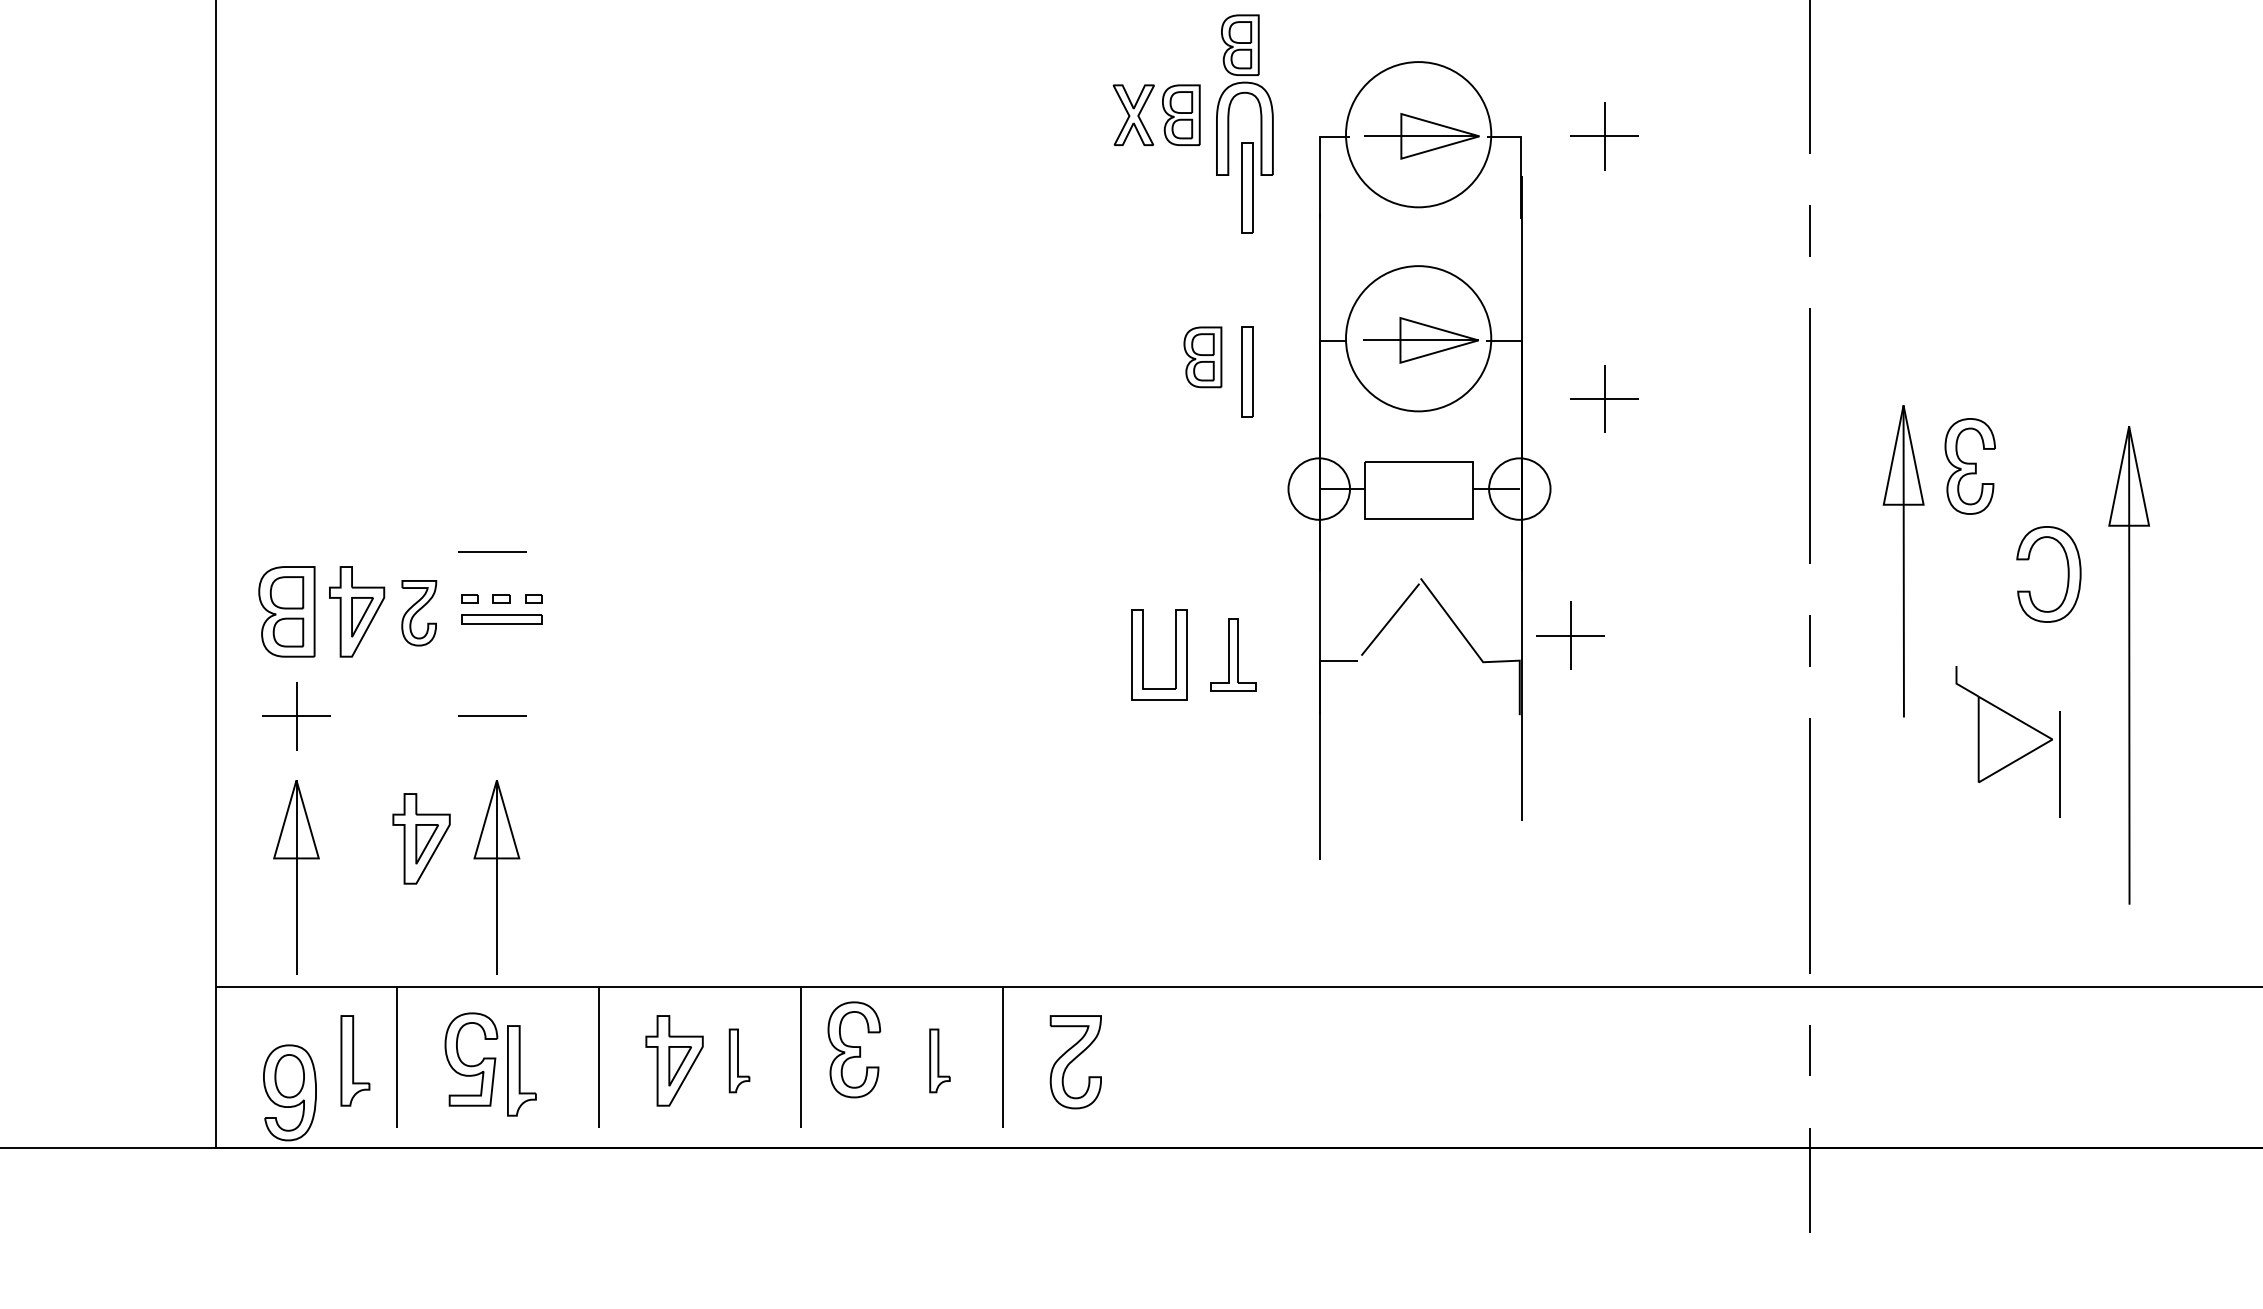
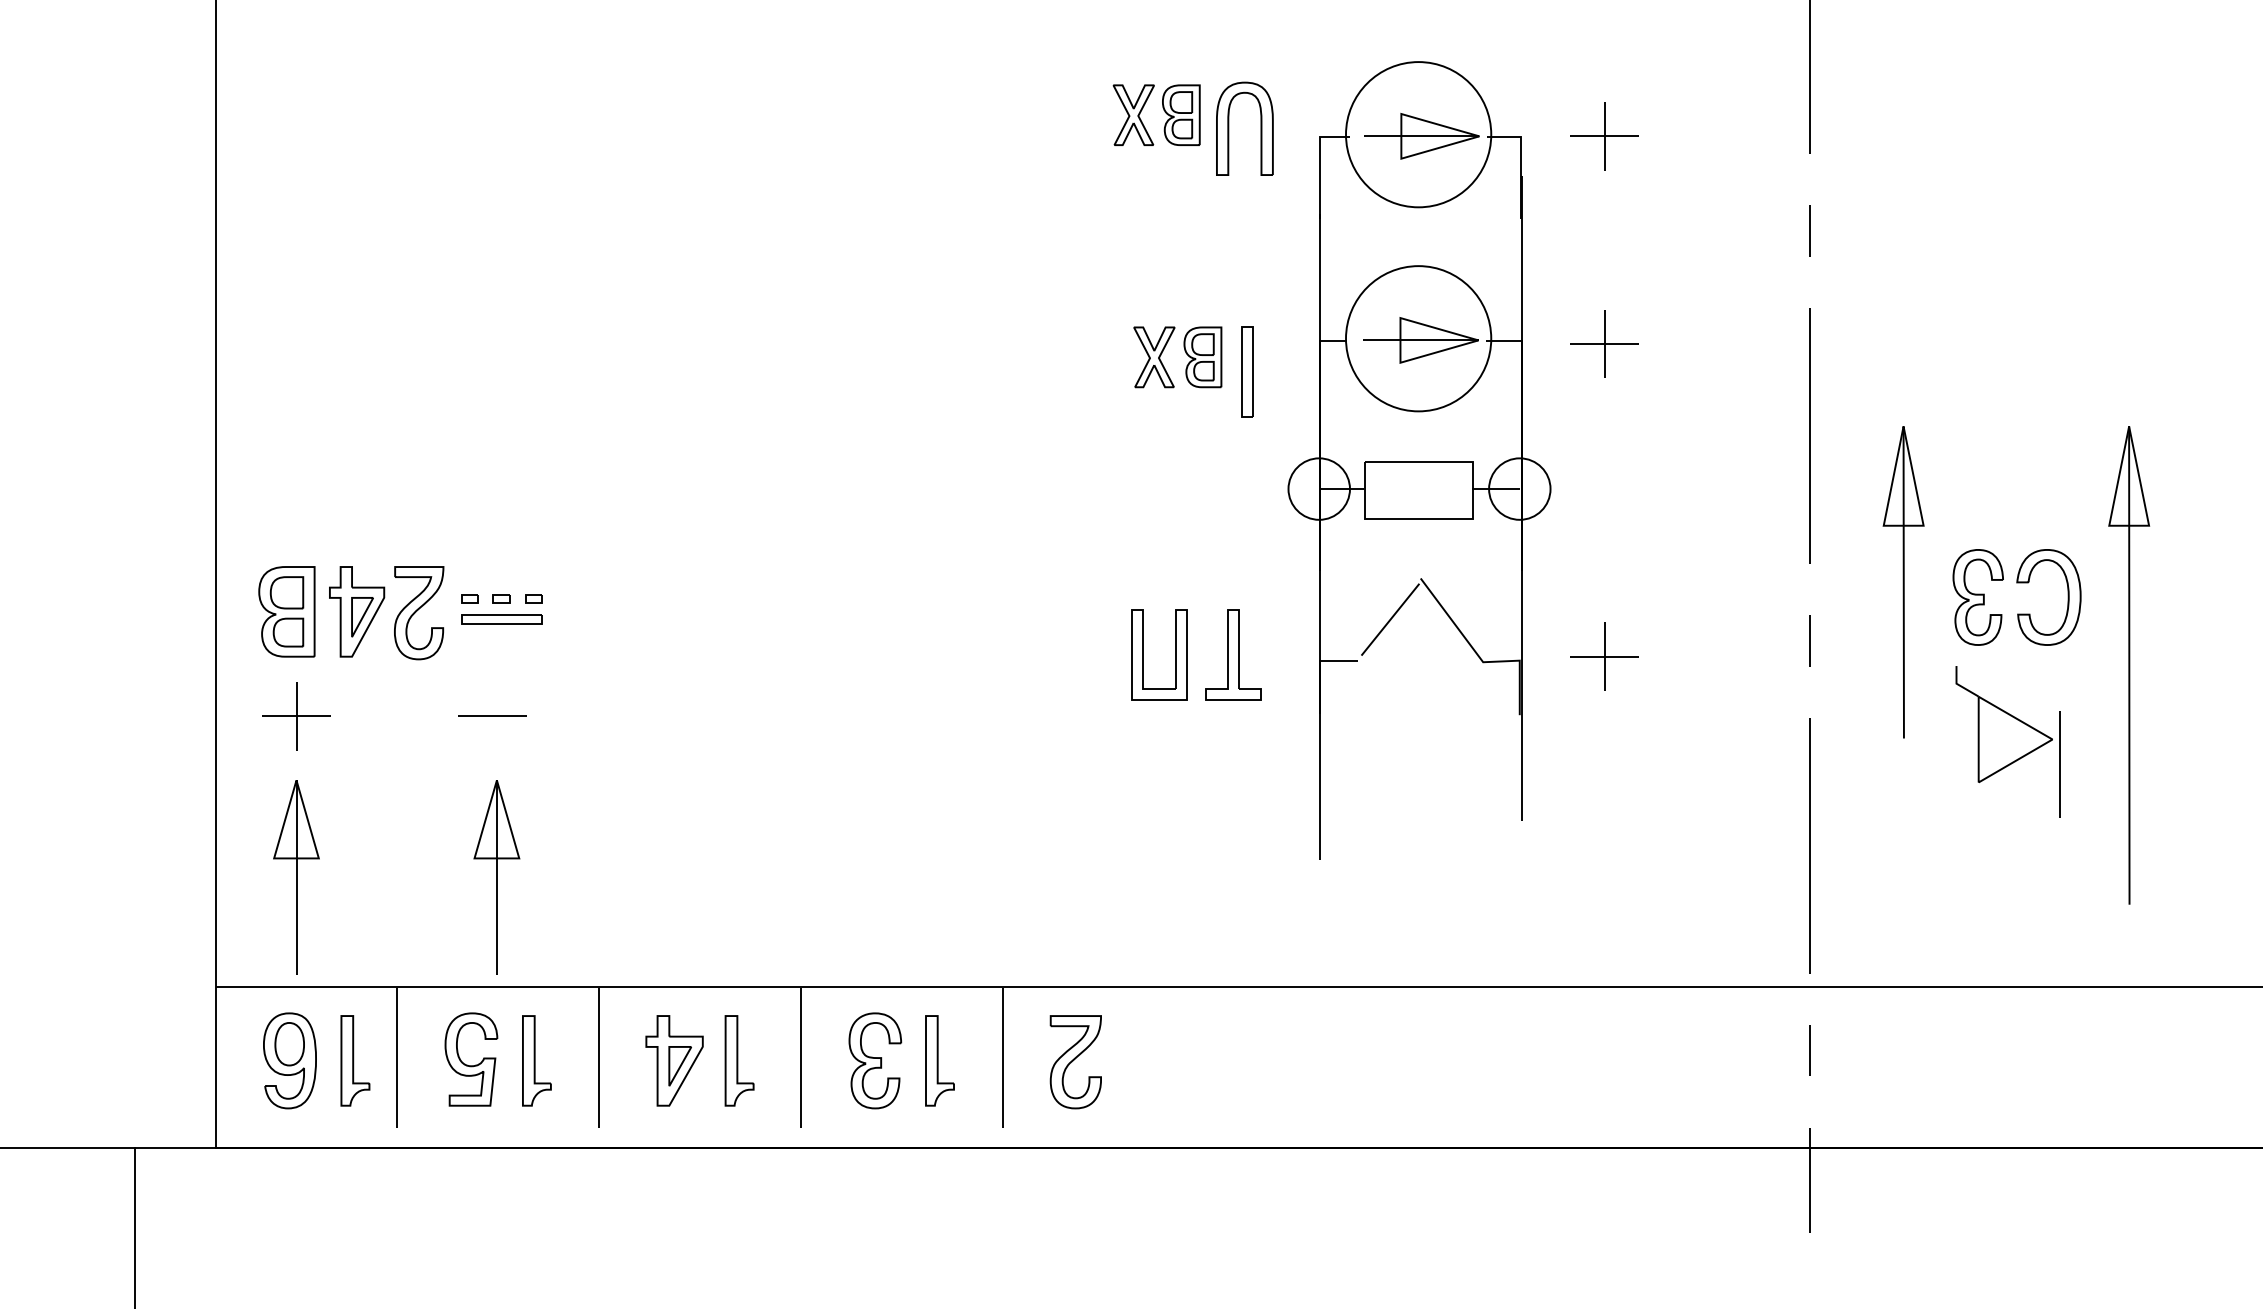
part at (1240, 44): present -> none
part at (1247, 187): present -> none
part at (1154, 357): none -> present
part at (1604, 398) position: (1604, 398) -> (1604, 343)
part at (1969, 466) position: (1969, 466) -> (1977, 597)
line at (492, 551): present -> none
part at (1903, 561) position: (1903, 561) -> (1903, 582)
part at (2067, 574) position: (2067, 574) -> (2067, 597)
part at (419, 613) size: 37x67 px -> 51x95 px
part at (1570, 635) position: (1570, 635) -> (1604, 656)
part at (1233, 654) size: 47x74 px -> 57x92 px
part at (421, 838): present -> none
part at (854, 1049) position: (854, 1049) -> (875, 1060)
part at (739, 1060) size: 23x66 px -> 31x92 px
part at (939, 1060) size: 22x66 px -> 30x92 px
part at (521, 1070) position: (521, 1070) -> (536, 1060)
part at (289, 1092) position: (289, 1092) -> (289, 1060)
line at (135, 1226): none -> present
